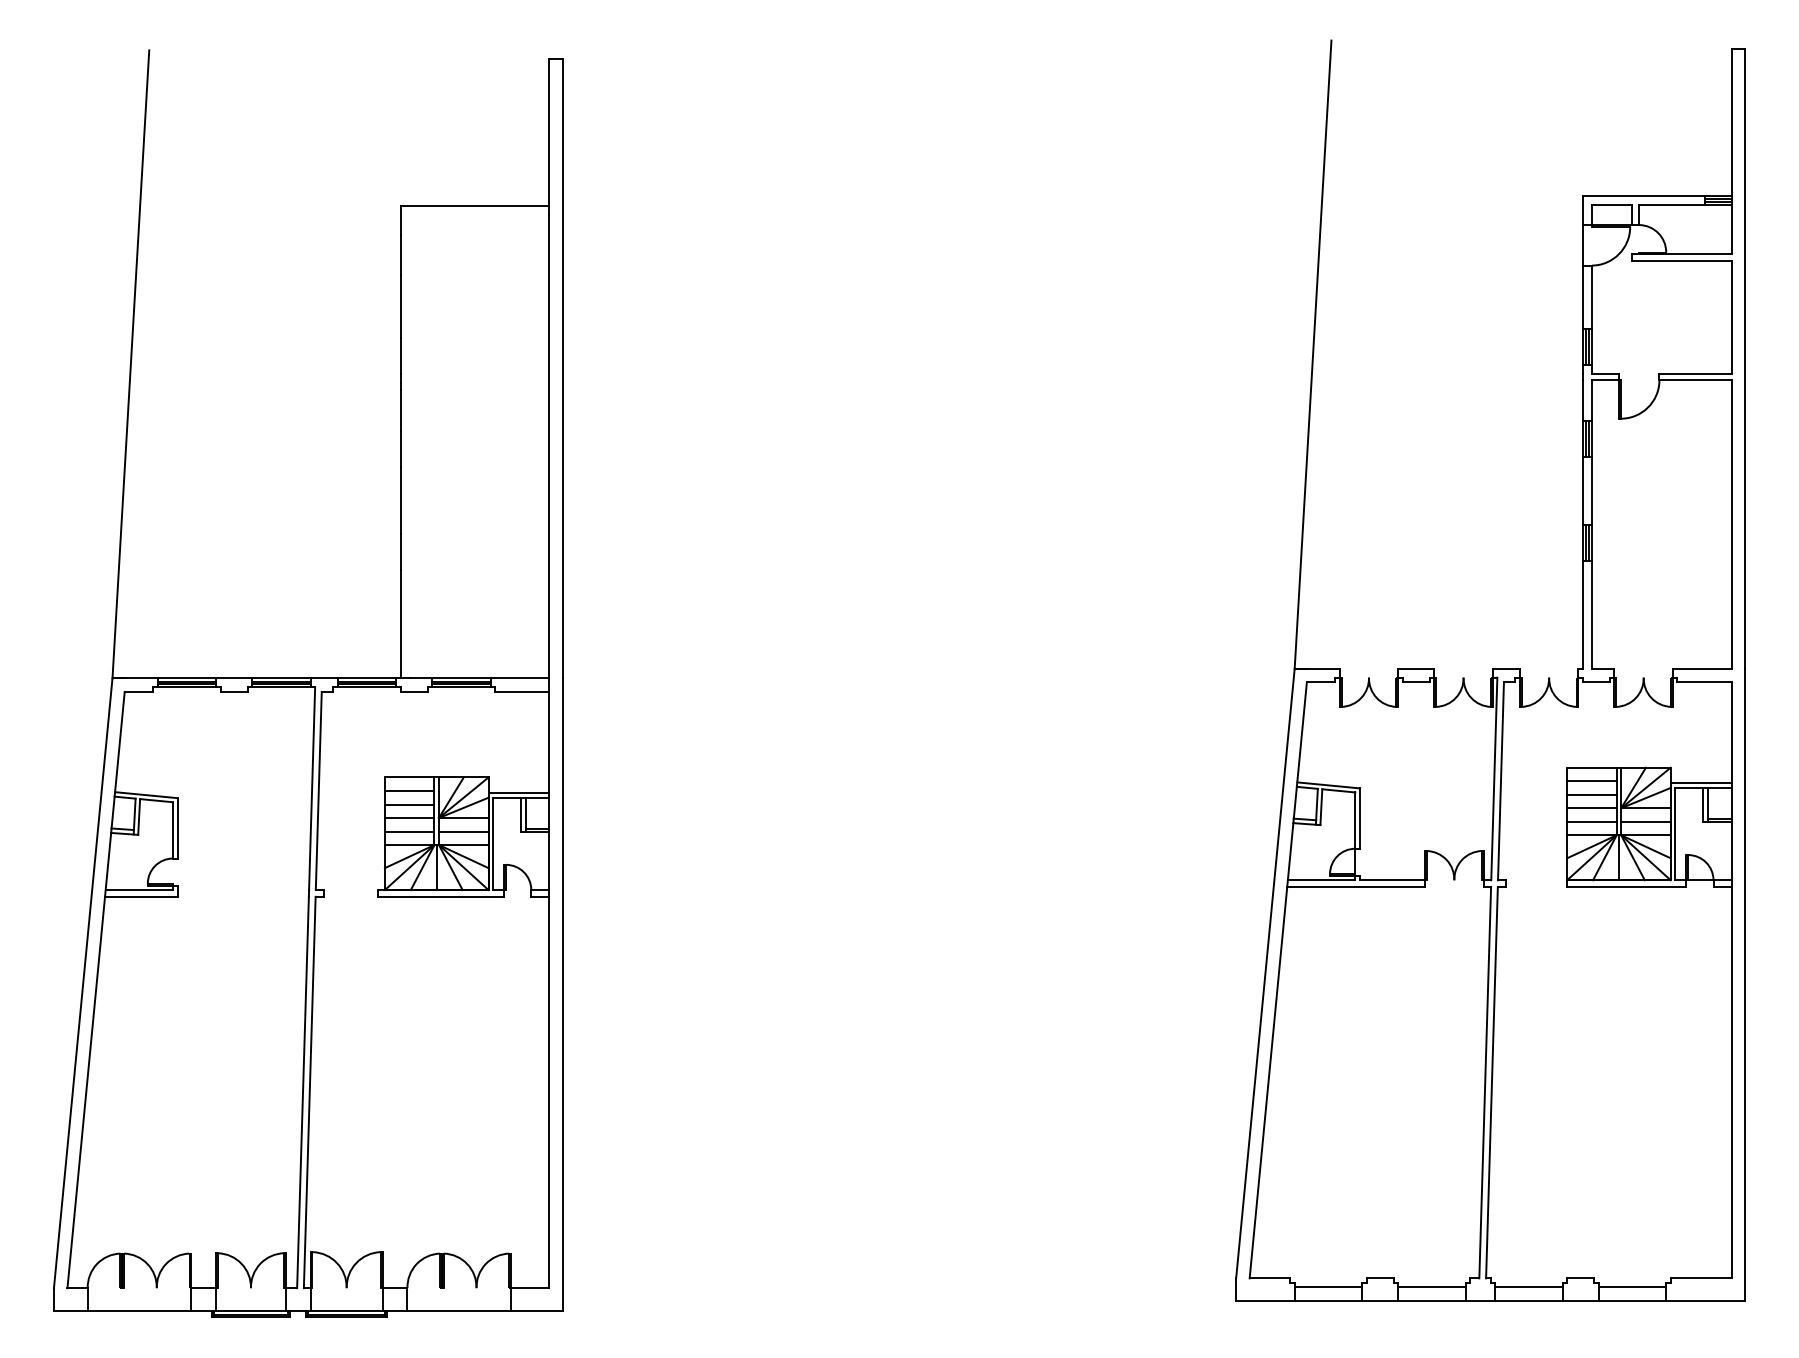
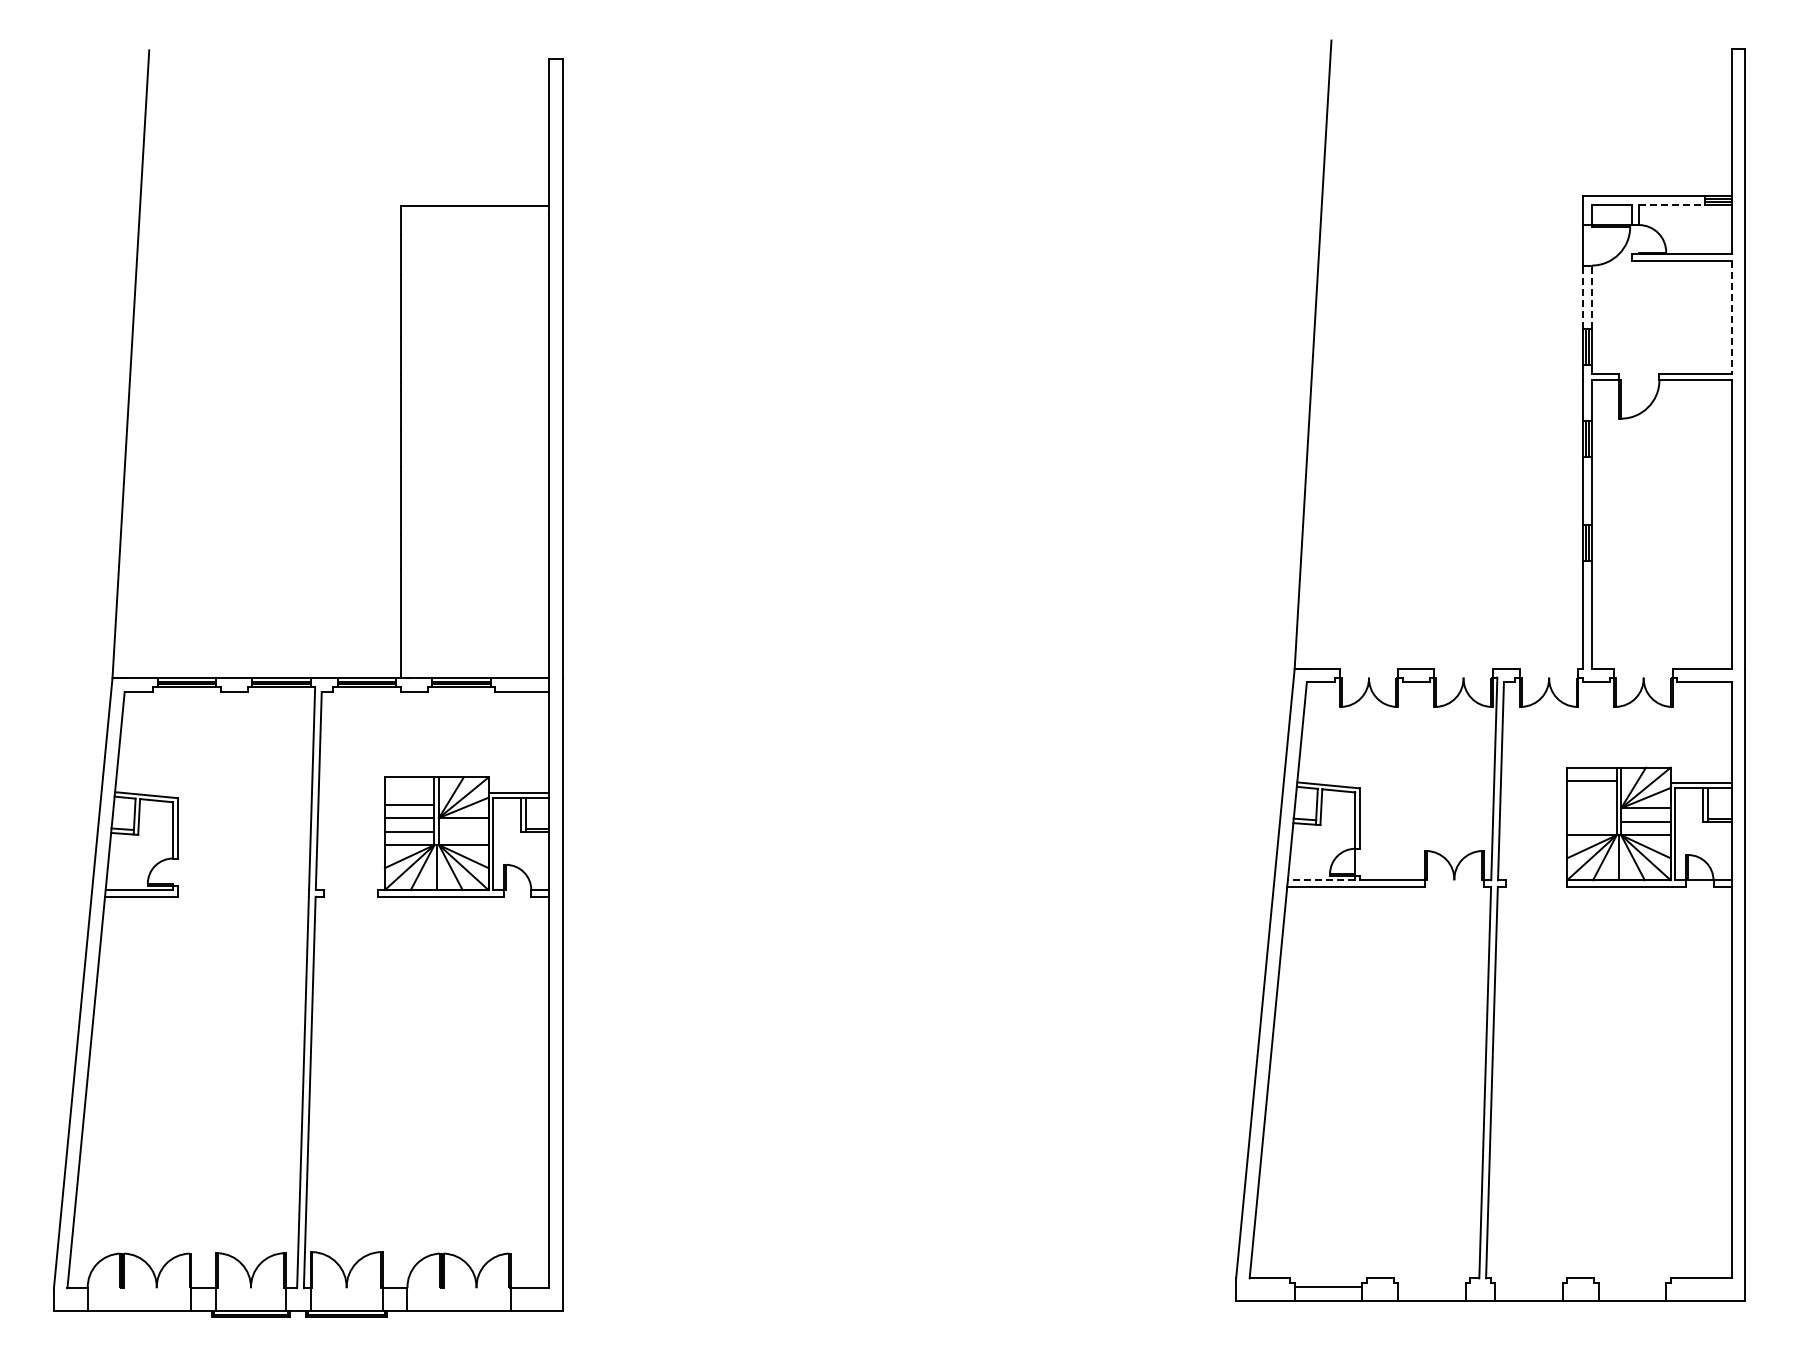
line at (1671, 204): solid -> dashed
line at (1582, 297): solid -> dashed
line at (1591, 297): solid -> dashed
line at (1731, 317): solid -> dashed
line at (409, 790): present -> none
line at (1591, 794): present -> none
line at (1591, 808): present -> none
line at (1591, 821): present -> none
line at (463, 831): present -> none
line at (1321, 880): solid -> dashed
line at (1431, 1287): present -> none
line at (1528, 1287): present -> none
line at (1632, 1287): present -> none
